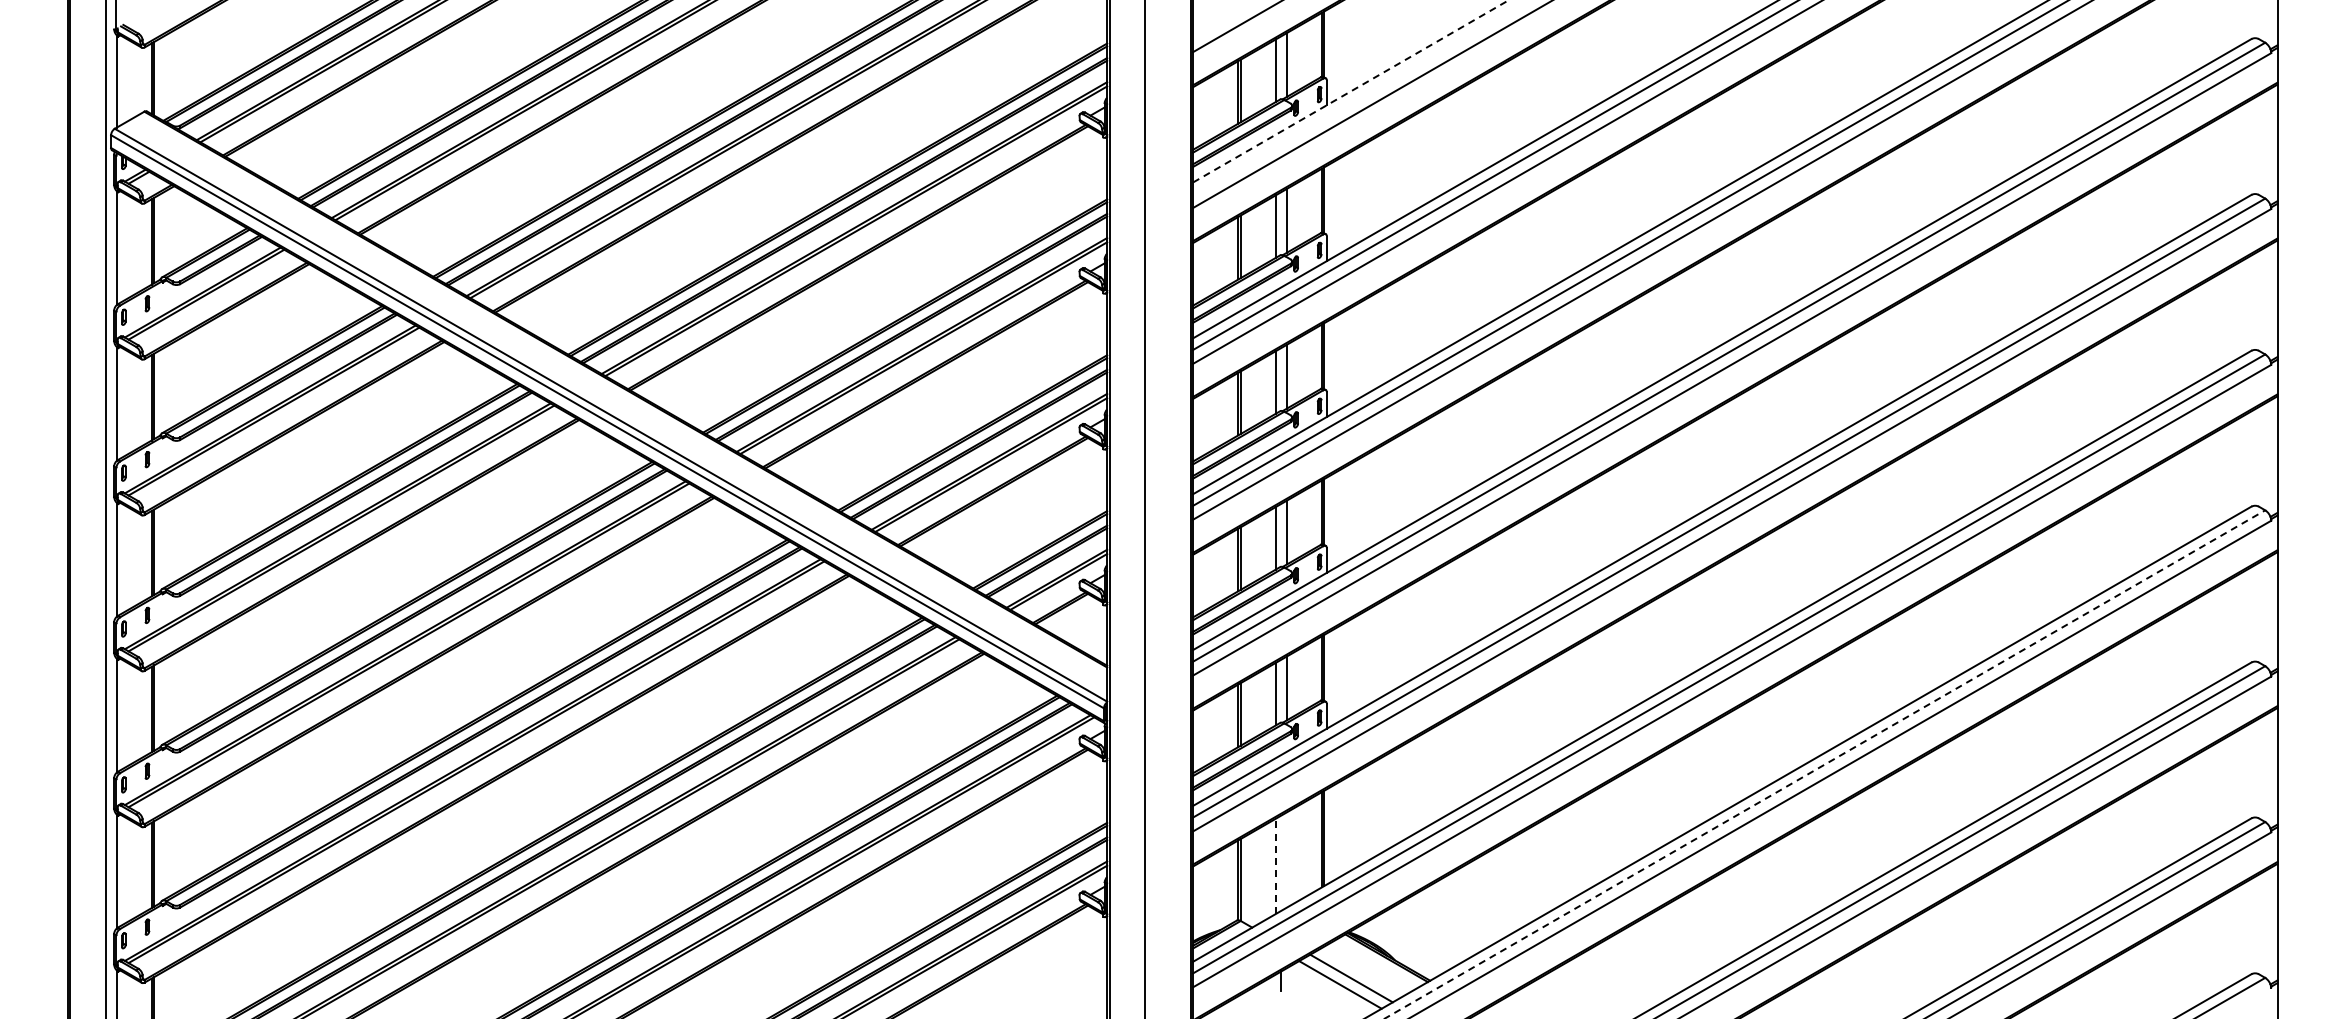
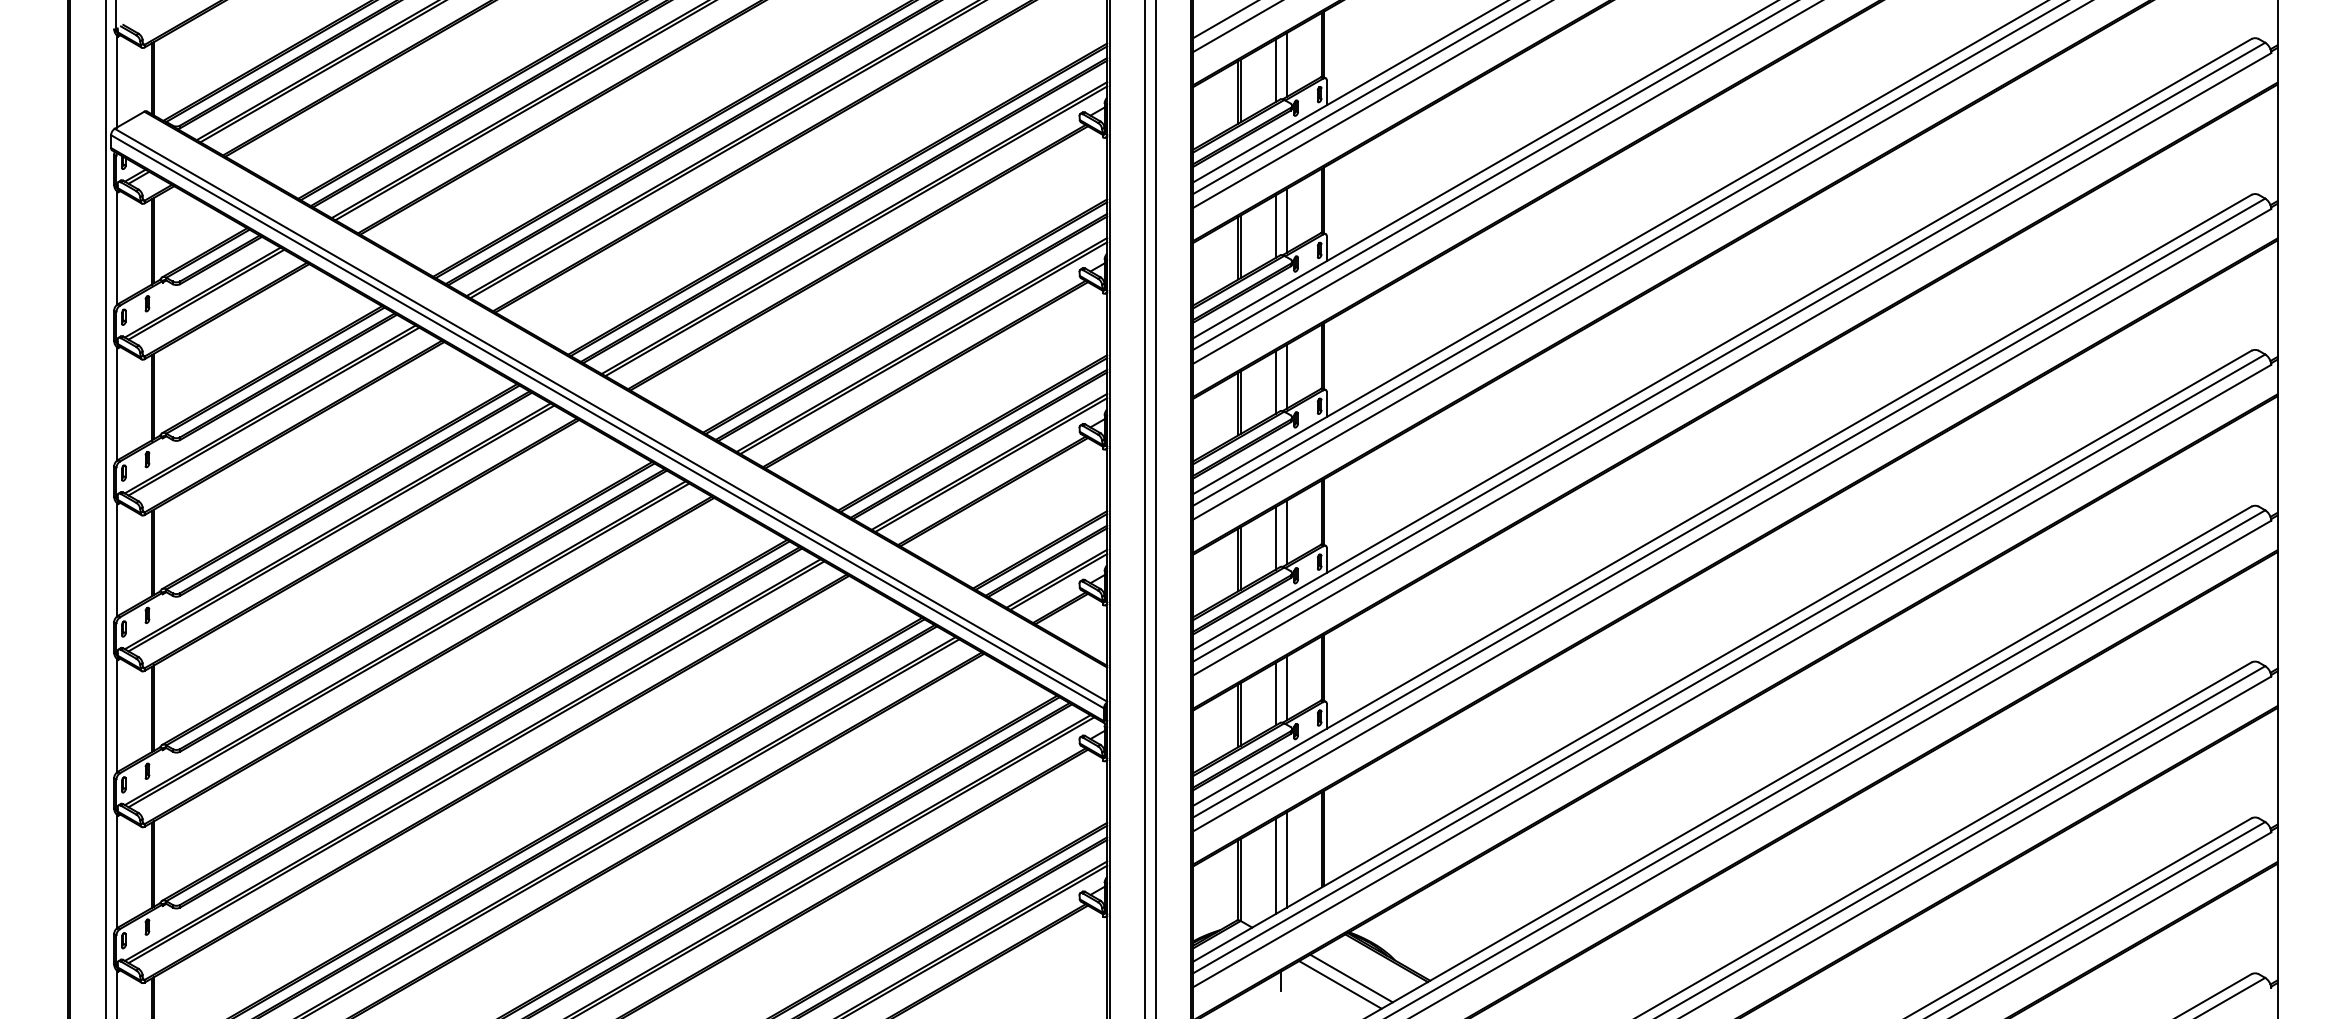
line at (1224, 20): none -> present
line at (1351, 91): dashed -> solid
line at (1359, 98): none -> present
line at (1155, 508): none -> present
line at (1825, 764): dashed -> solid
line at (1287, 859): none -> present
line at (1275, 866): dashed -> solid
